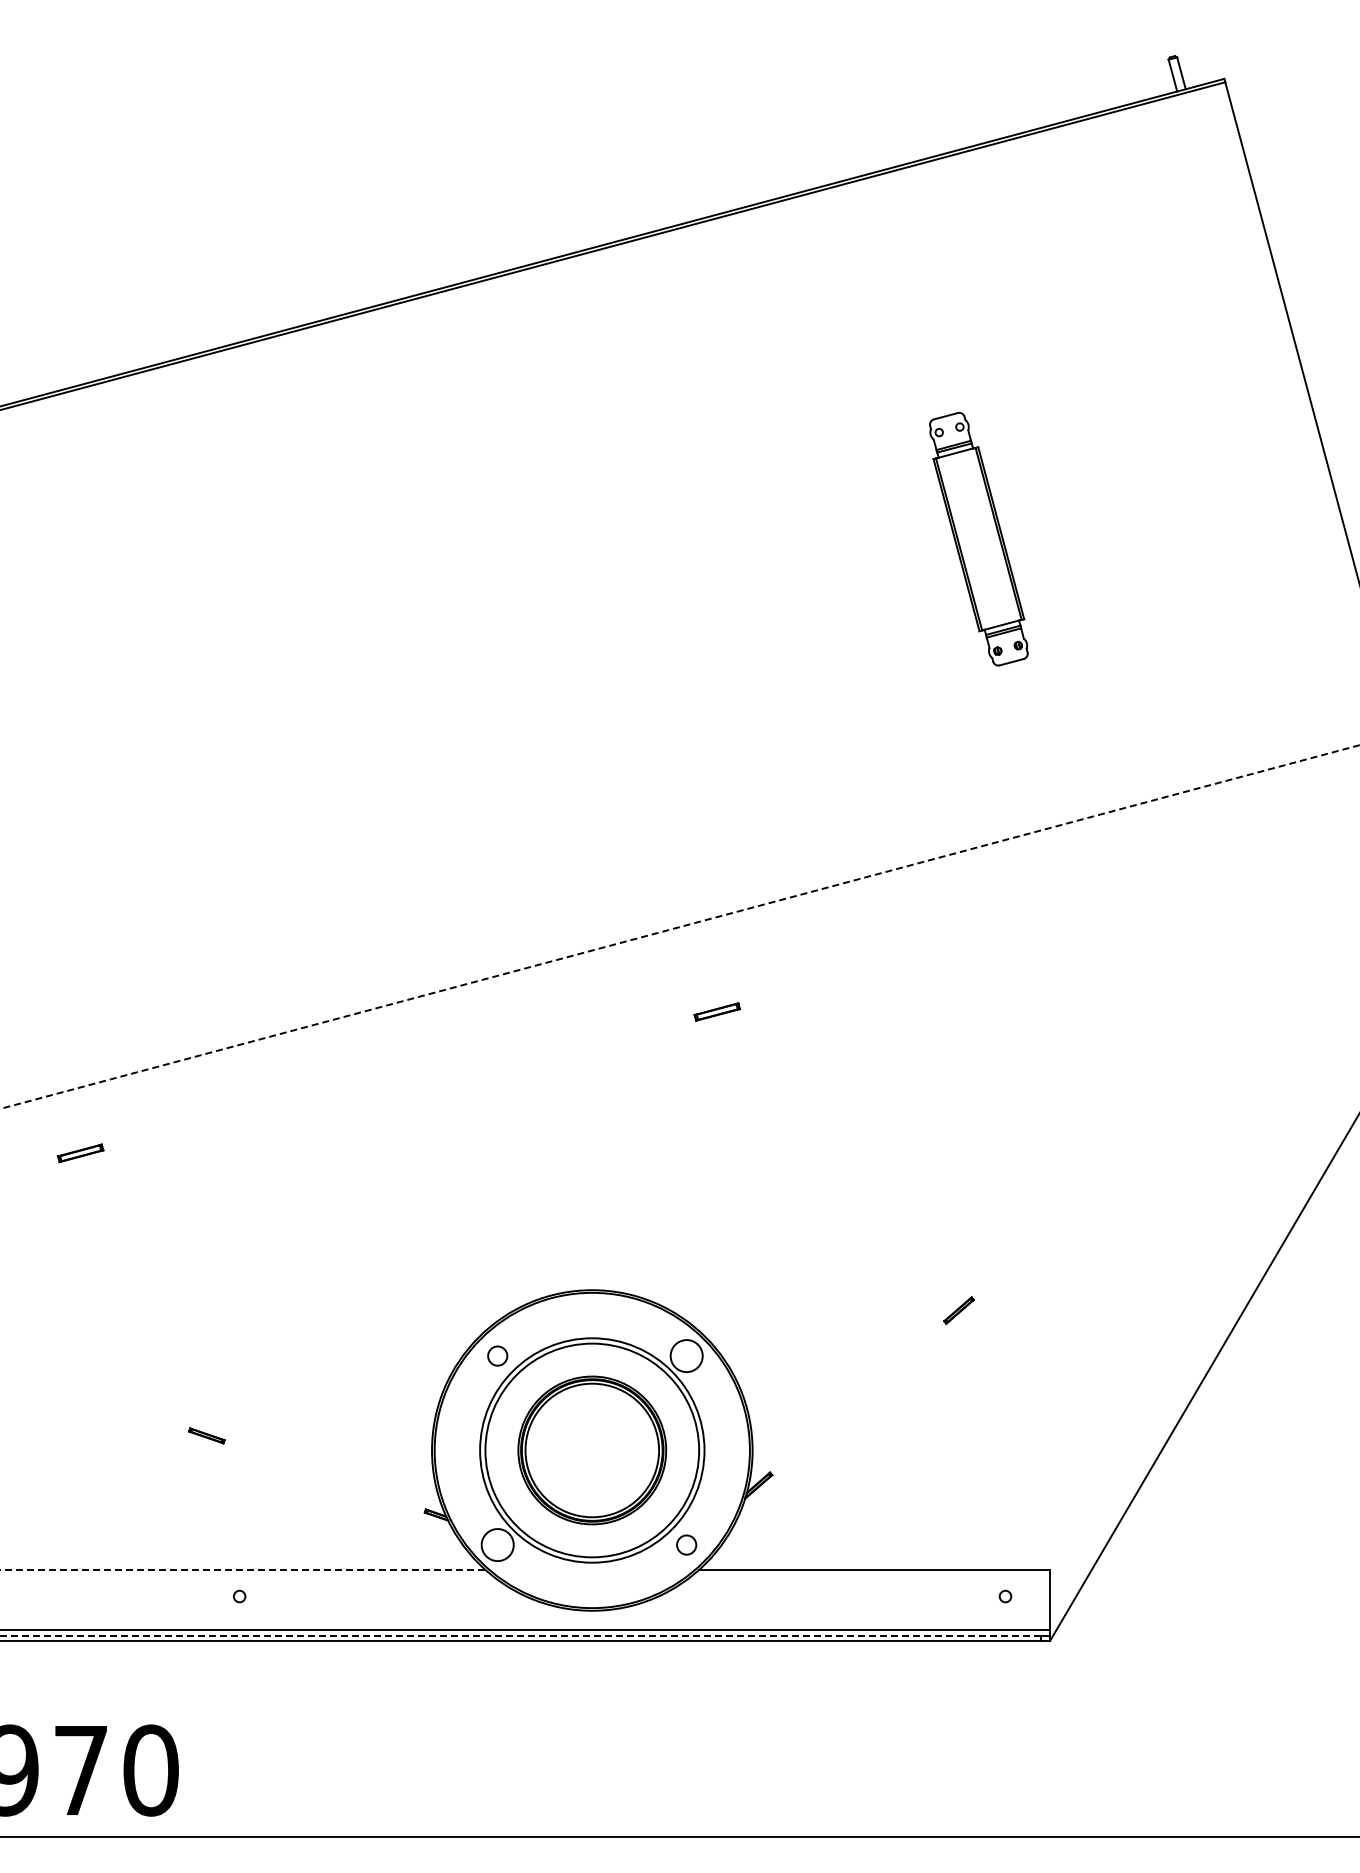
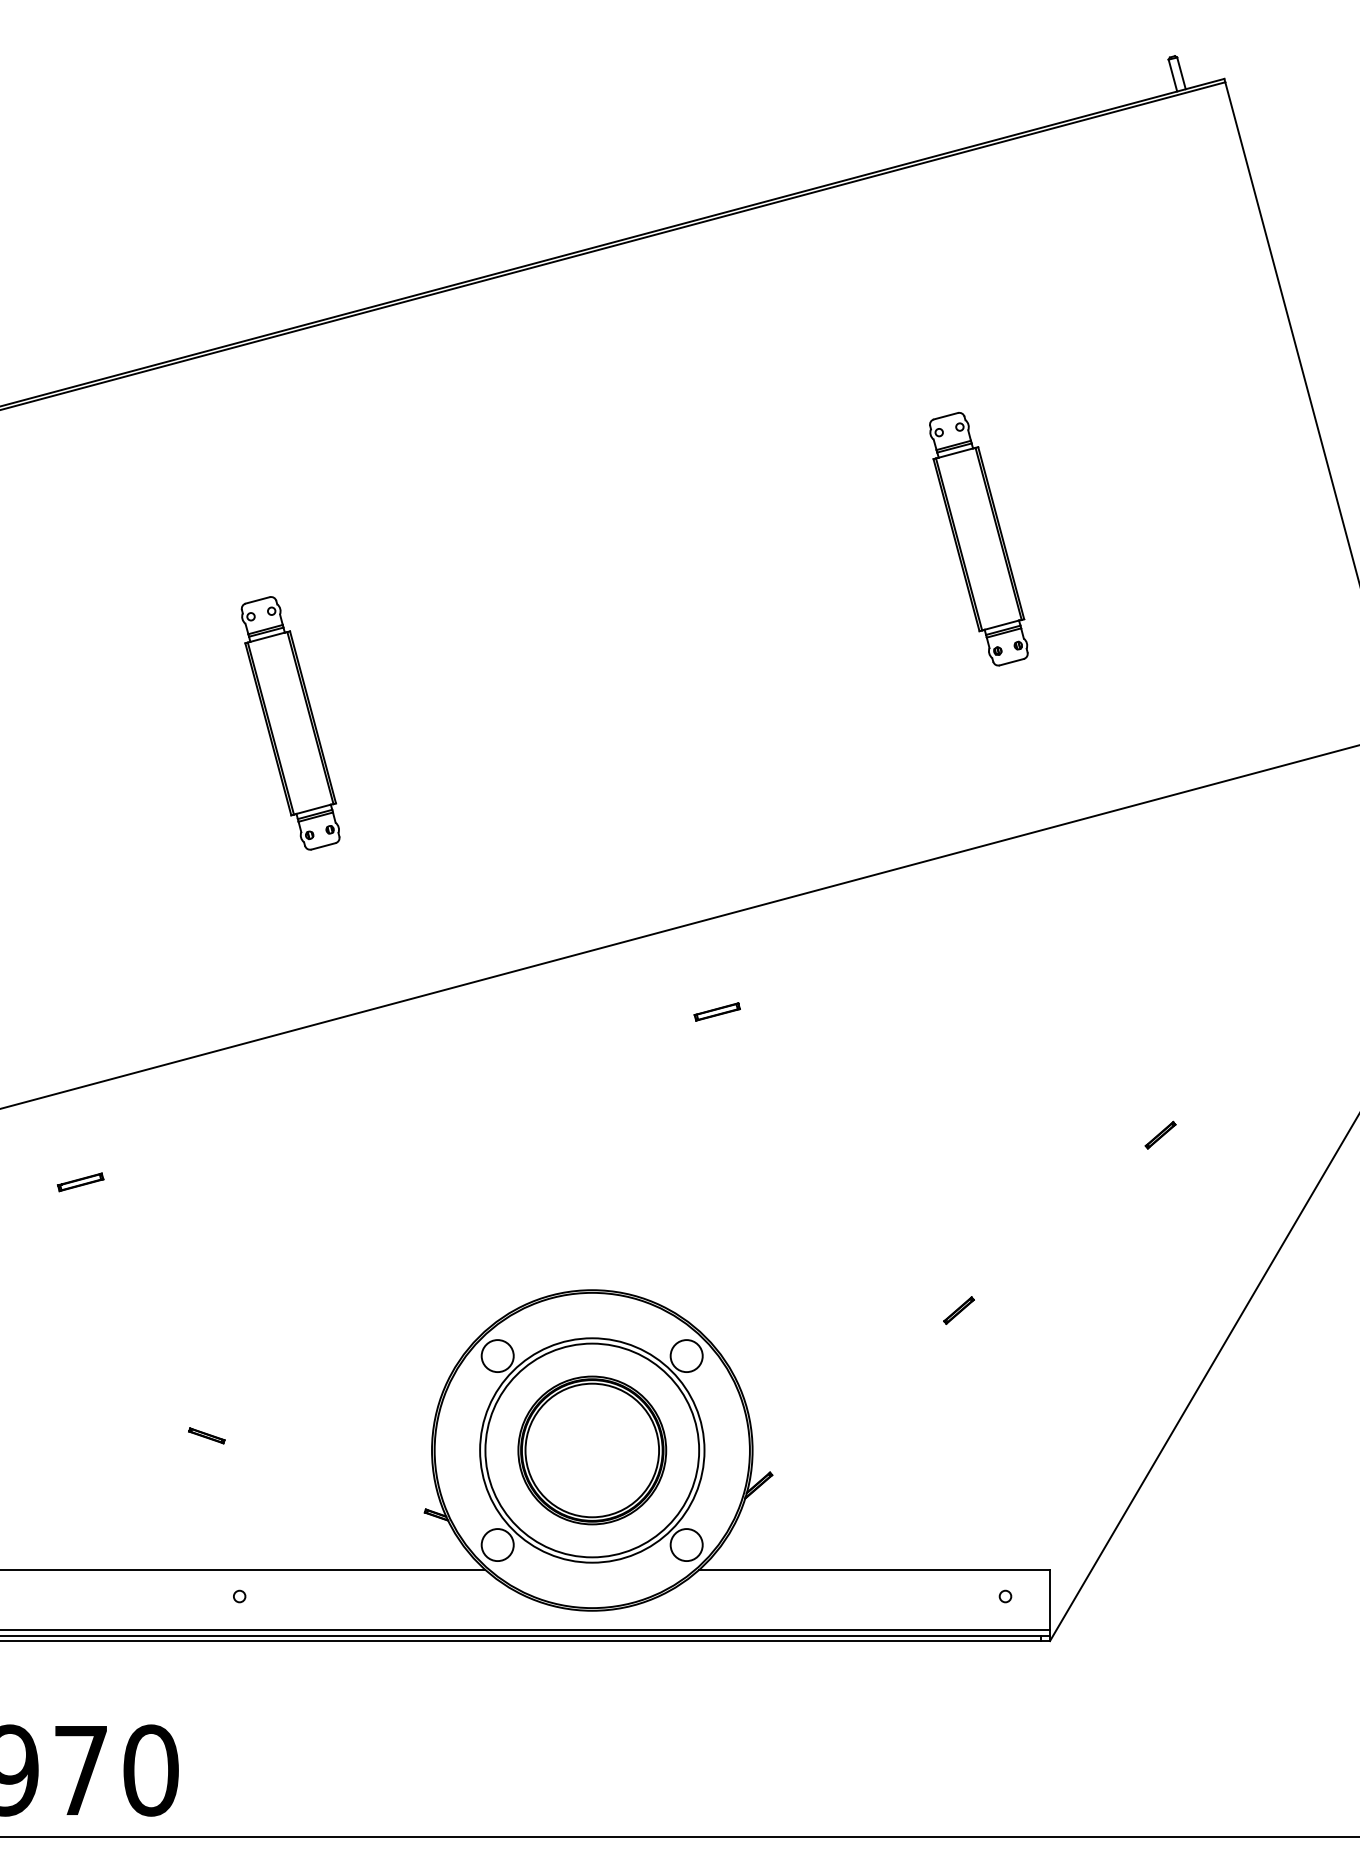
part at (290, 723): none -> present
line at (679, 927): dashed -> solid
part at (1160, 1134): none -> present
part at (80, 1153) position: (80, 1153) -> (80, 1182)
circle at (497, 1355) diameter: 19 px -> 32 px
circle at (686, 1544) diameter: 19 px -> 32 px
line at (242, 1569): dashed -> solid
line at (520, 1635): dashed -> solid
